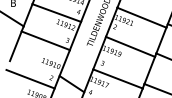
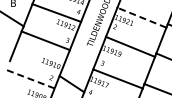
line at (141, 17): solid -> dashed
line at (30, 79): solid -> dashed
